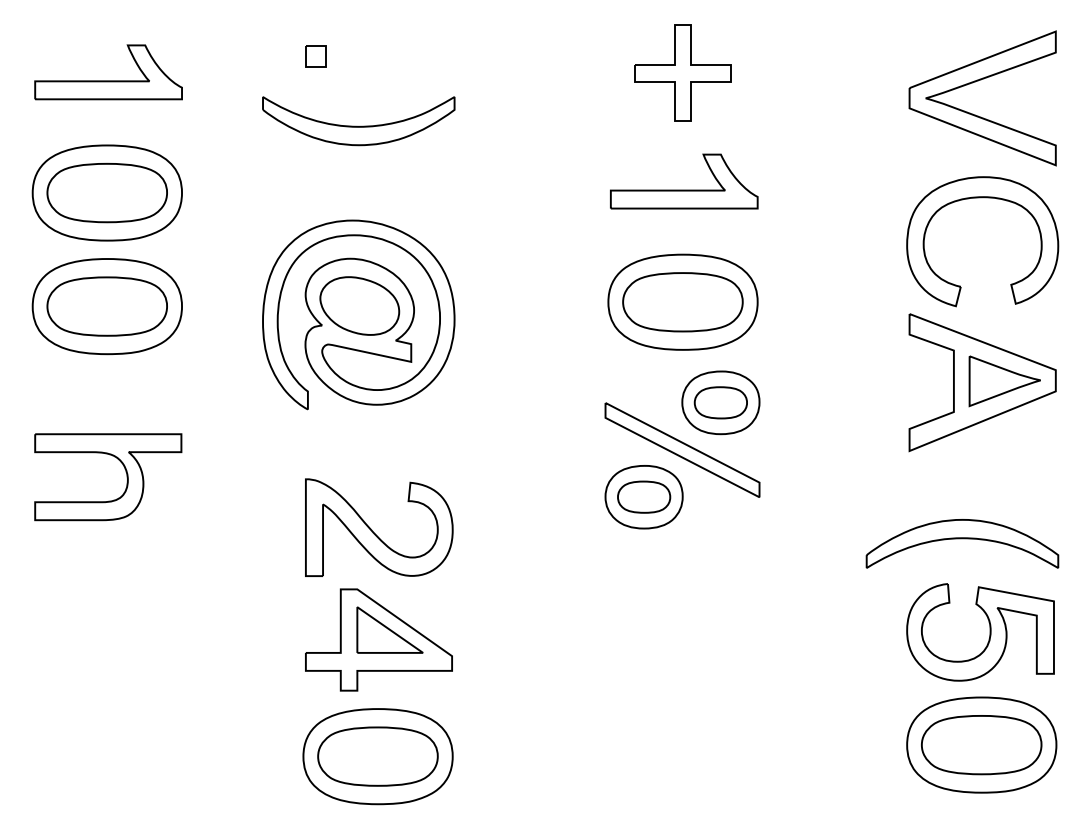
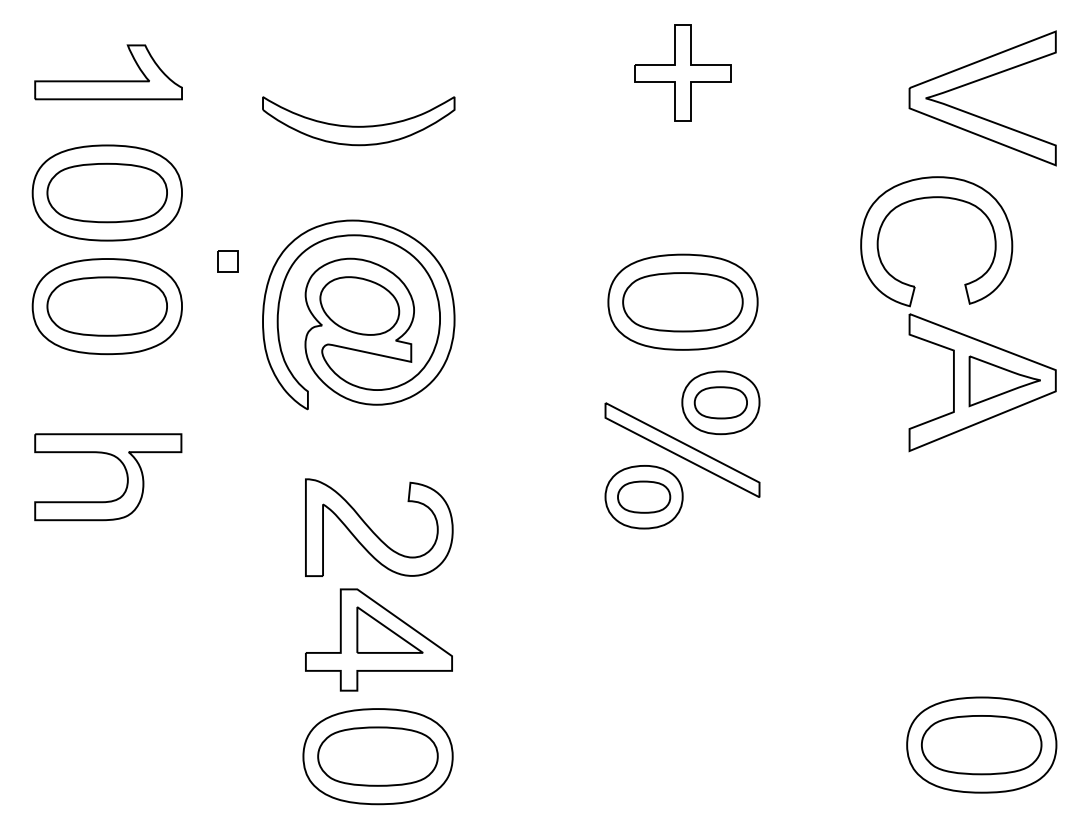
part at (315, 56) position: (315, 56) -> (227, 261)
part at (684, 189): present -> none
part at (982, 198) position: (982, 198) -> (936, 198)
part at (962, 543): present -> none
part at (989, 632): present -> none
